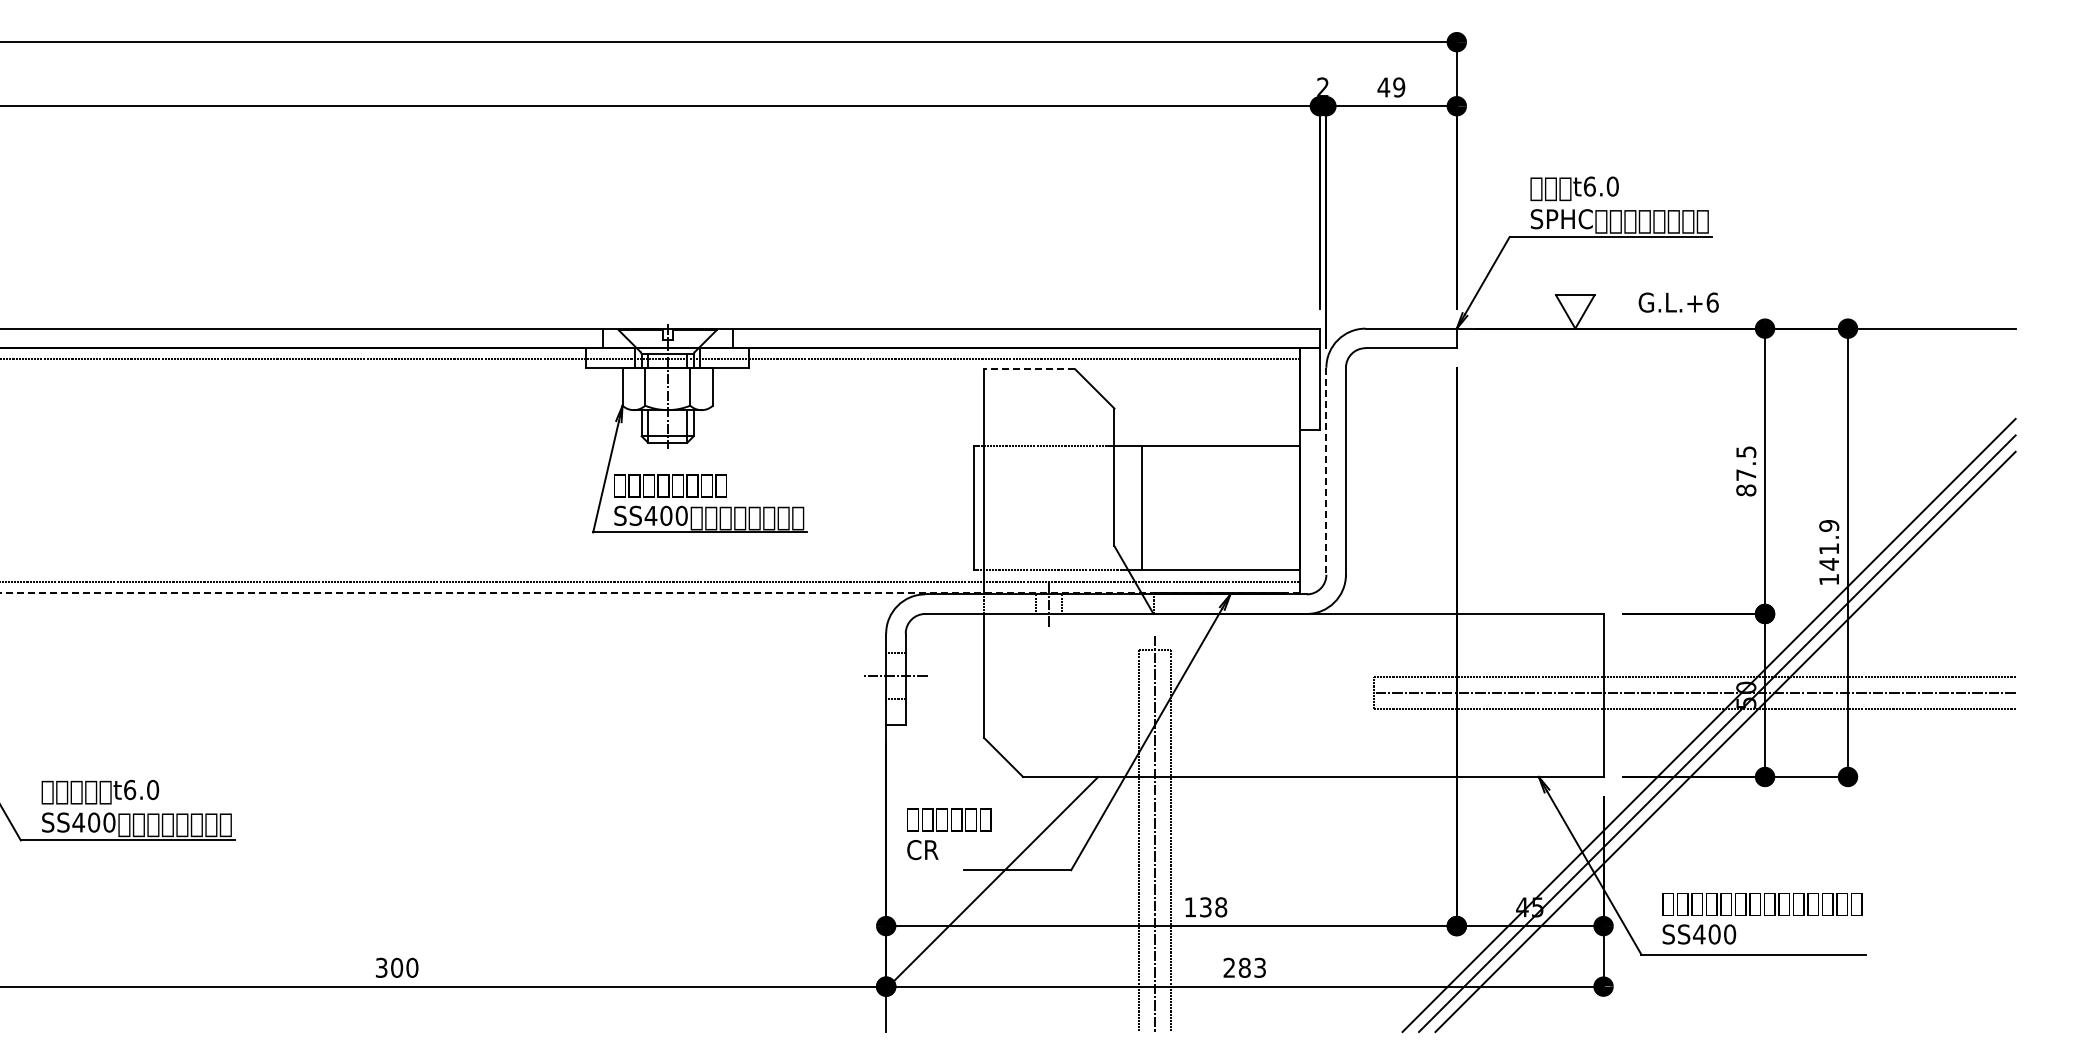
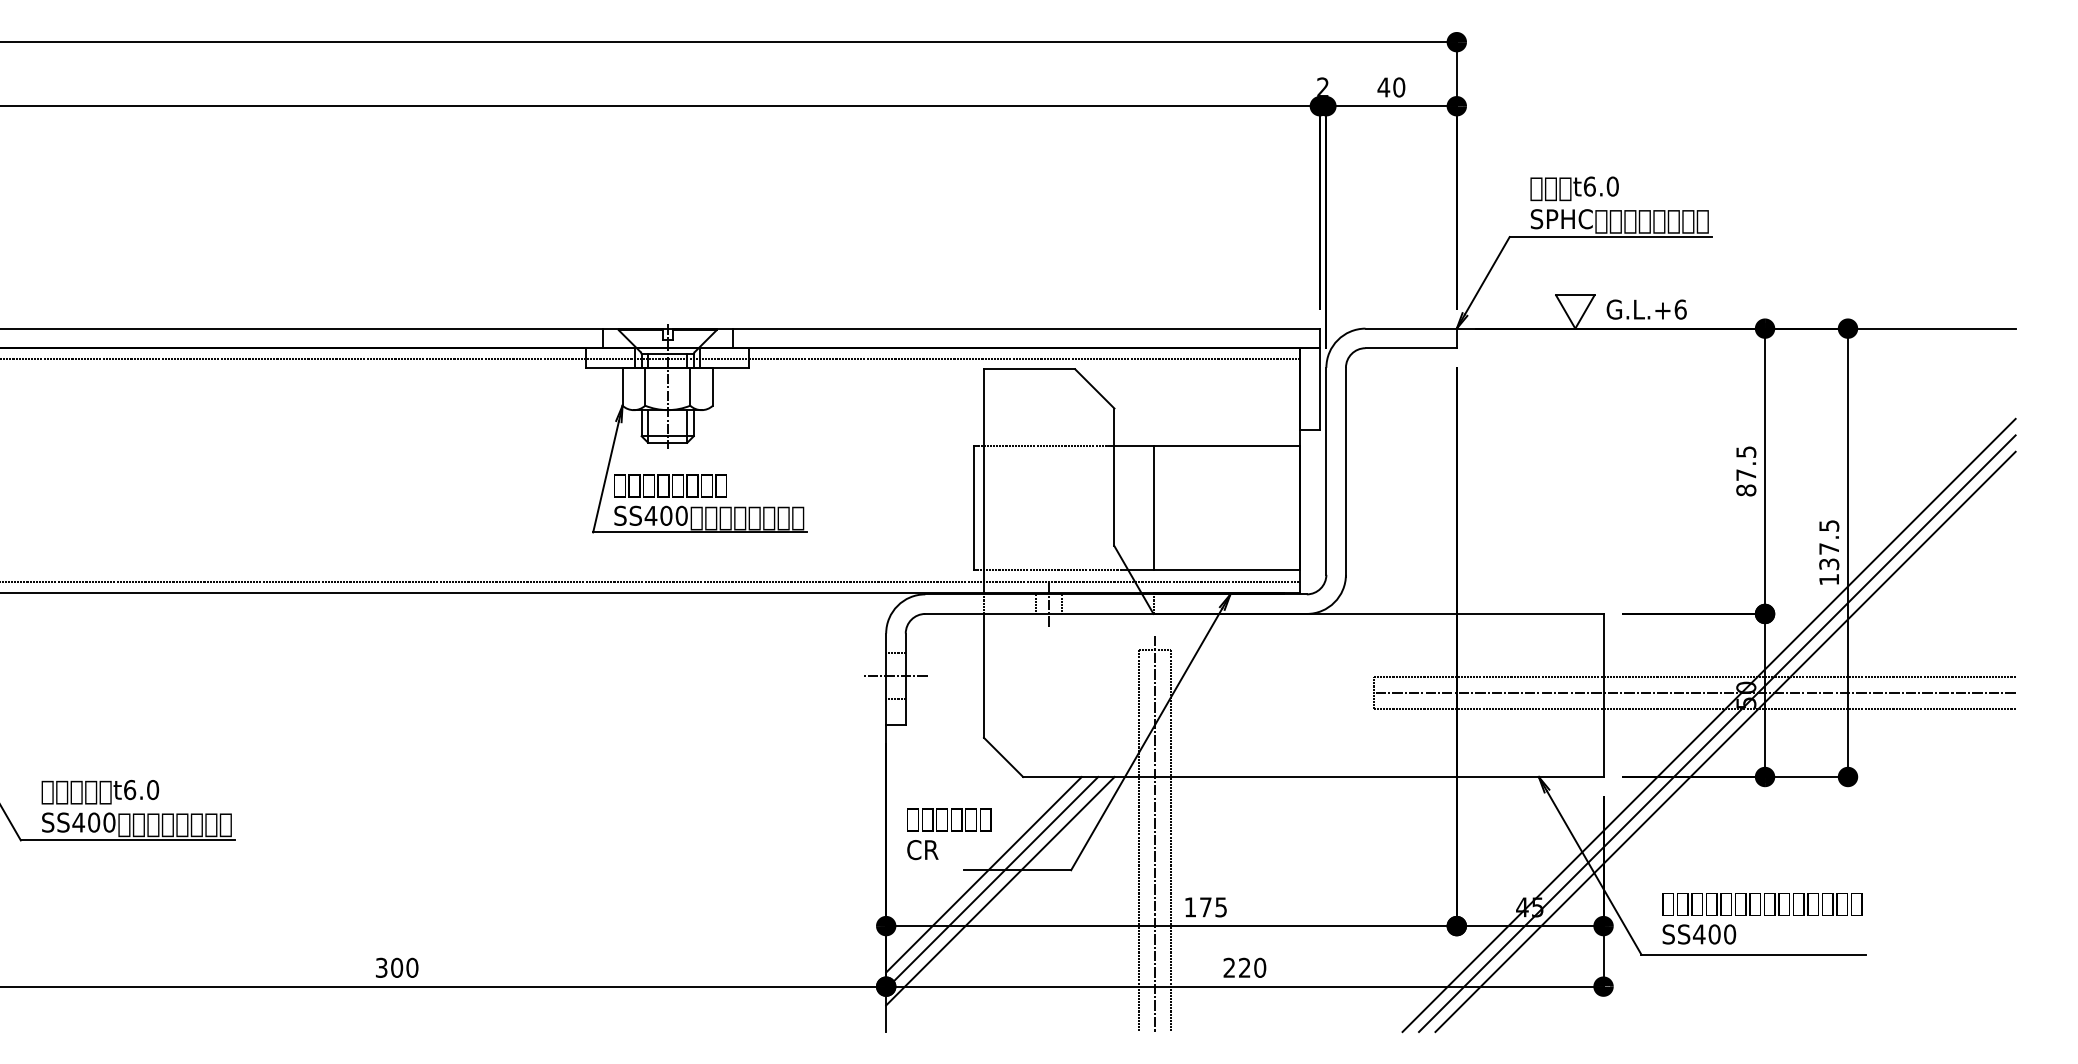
text at (1399, 87): 49 -> 40
text at (1678, 302) position: (1678, 302) -> (1646, 309)
line at (1029, 369): dashed -> solid
line at (1326, 471): dashed -> solid
line at (1141, 507) position: (1141, 507) -> (1153, 507)
text at (1829, 545): 141.9 -> 137.5
line at (650, 592): dashed -> solid
line at (983, 874): none -> present
line at (1000, 890): none -> present
text at (1213, 907): 138 -> 175
text at (1252, 967): 283 -> 220
